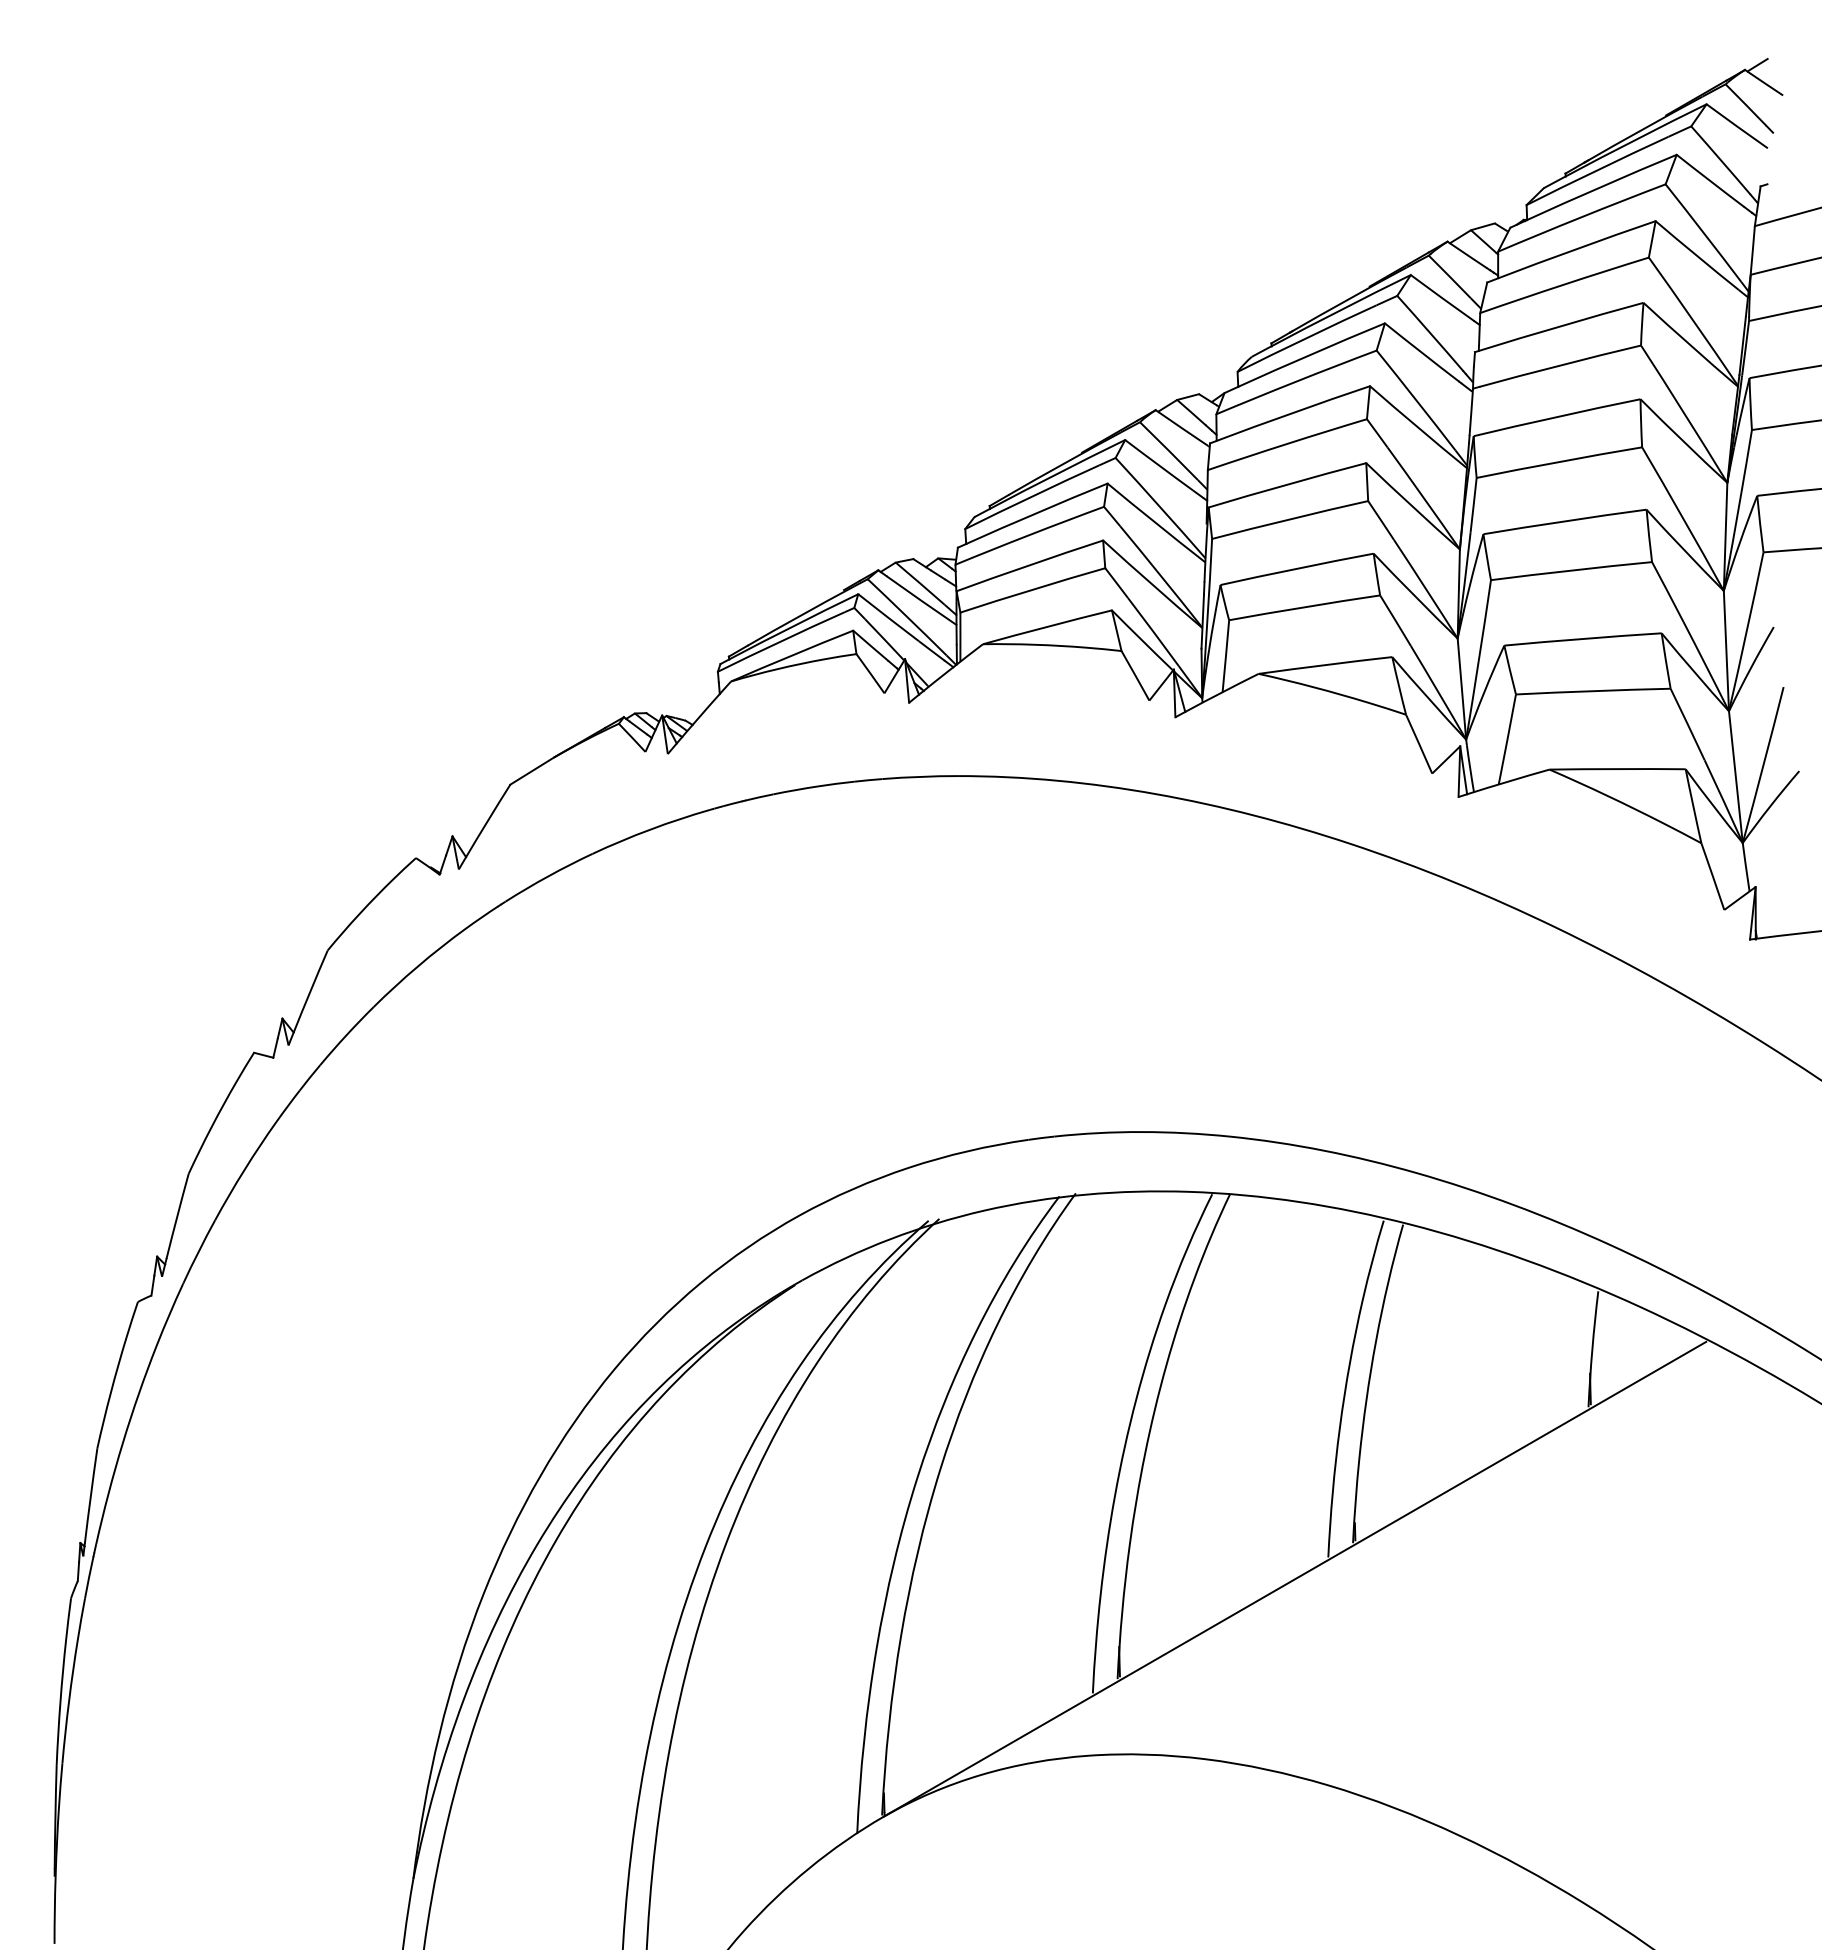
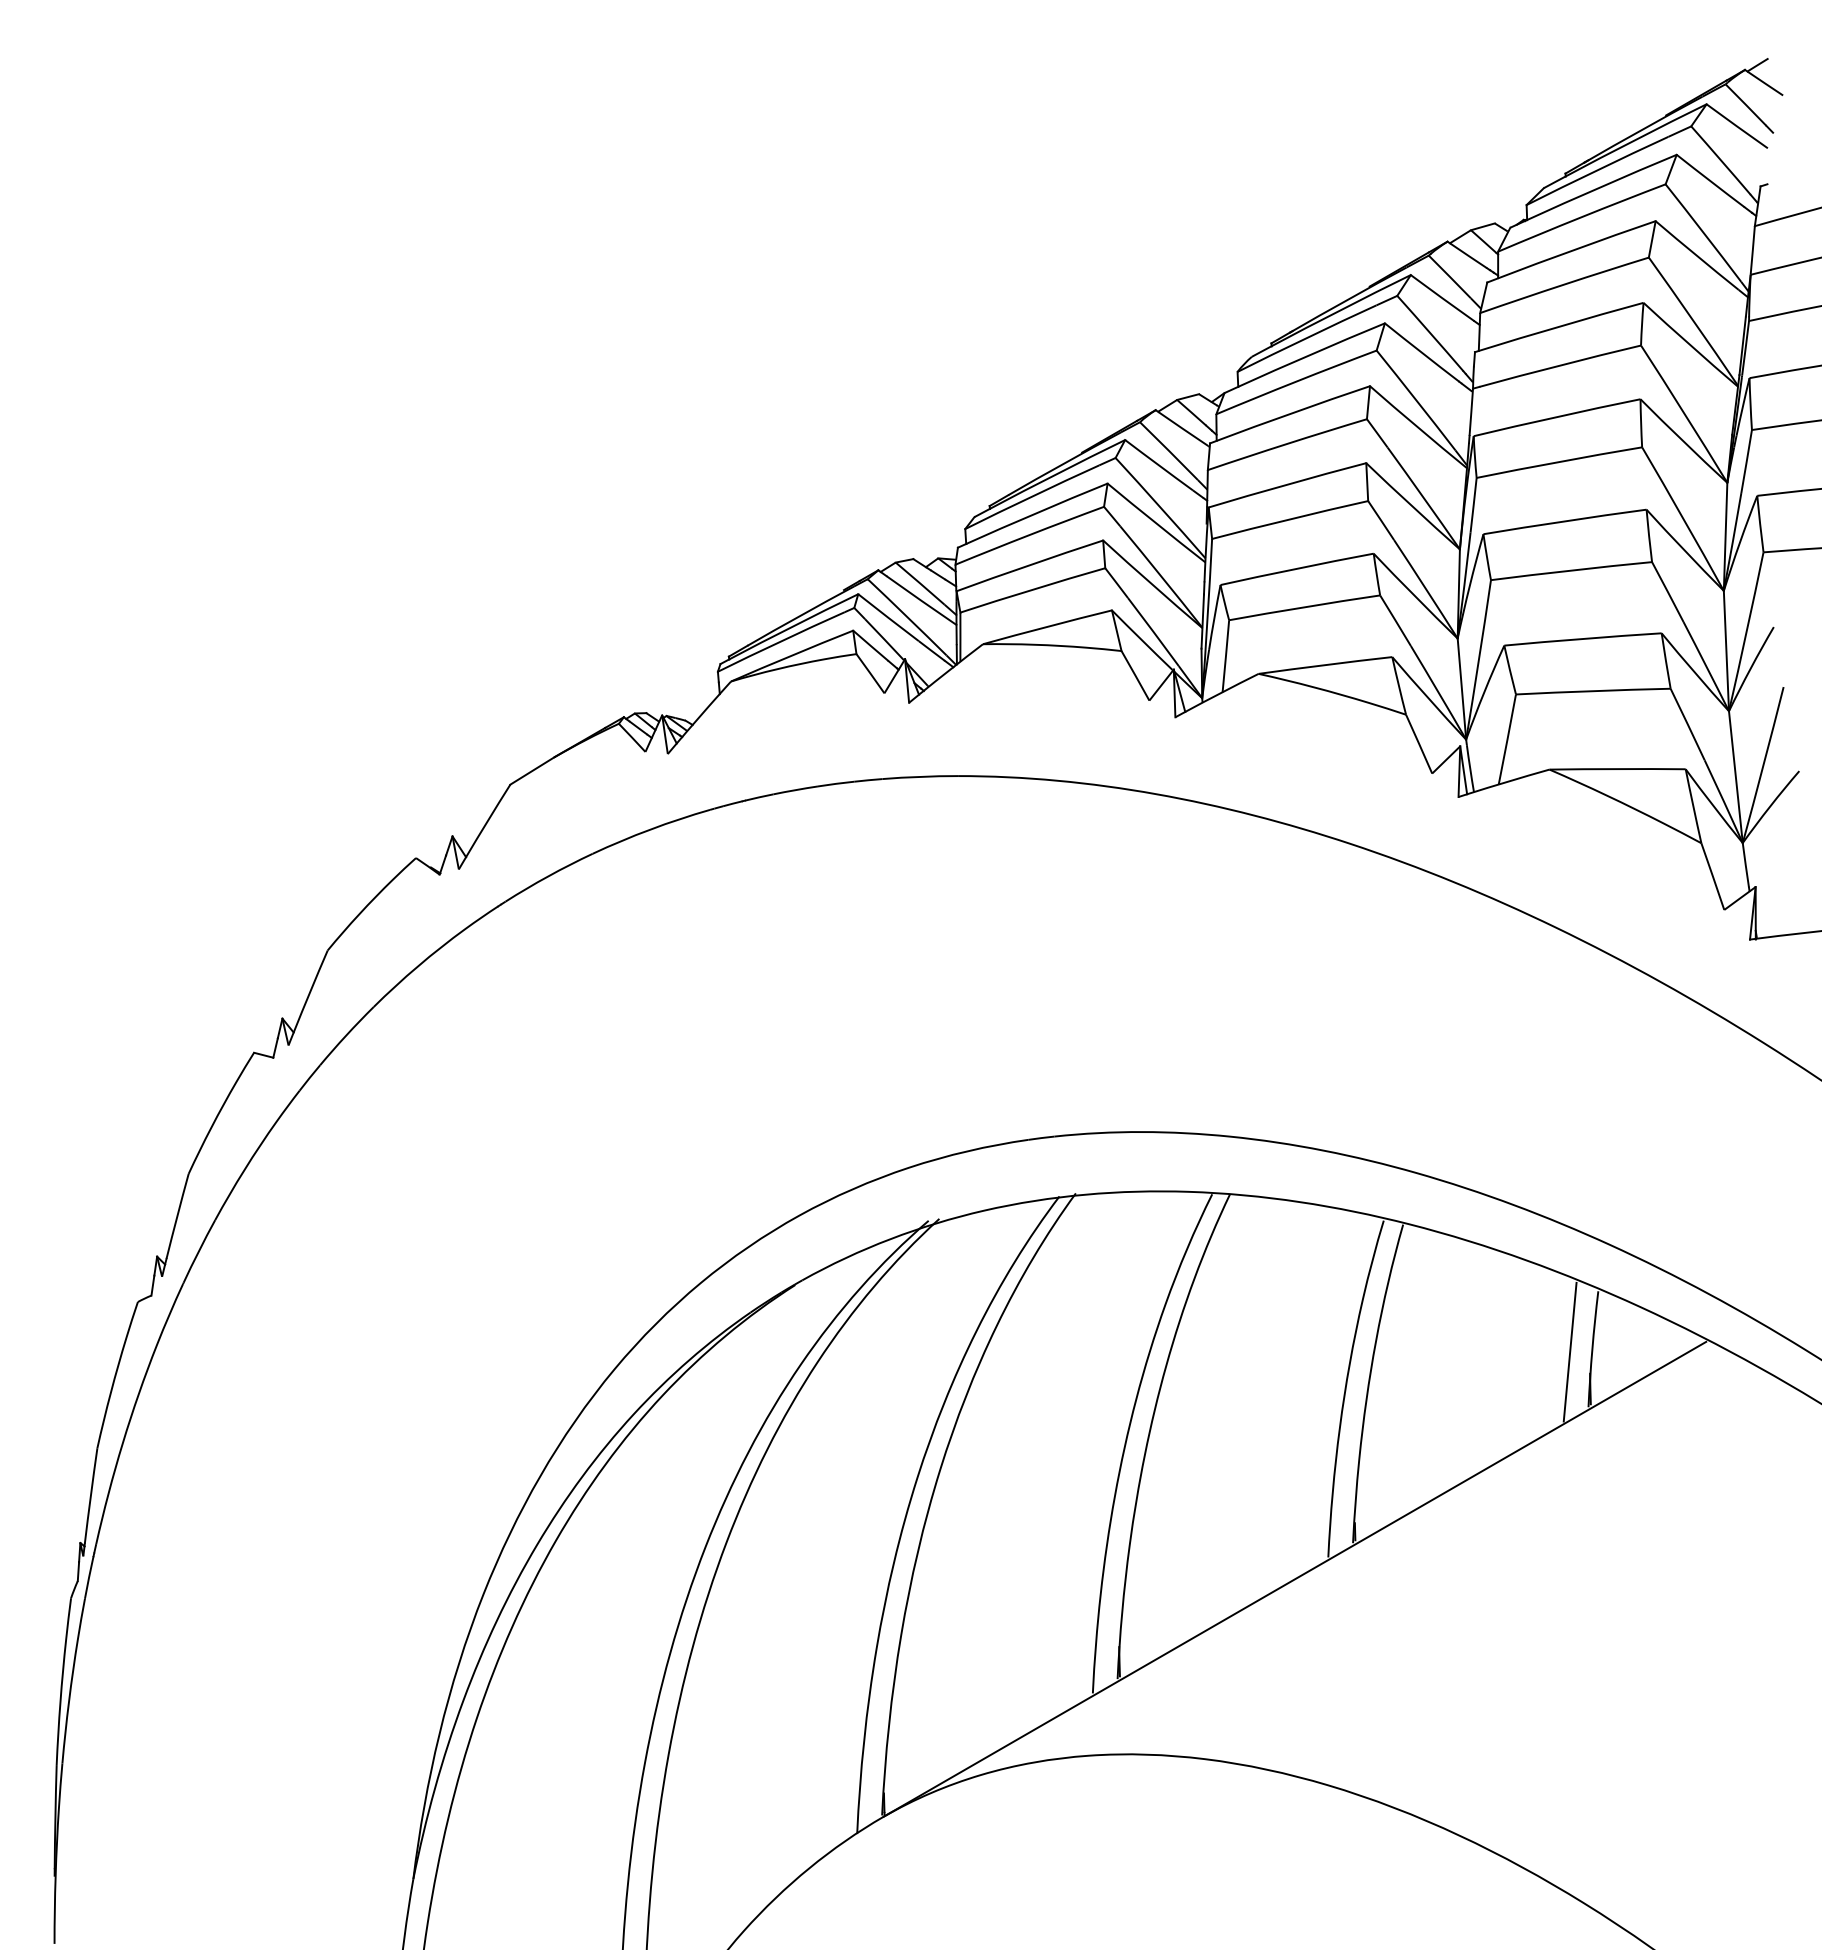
line at (1569, 1351): none -> present
